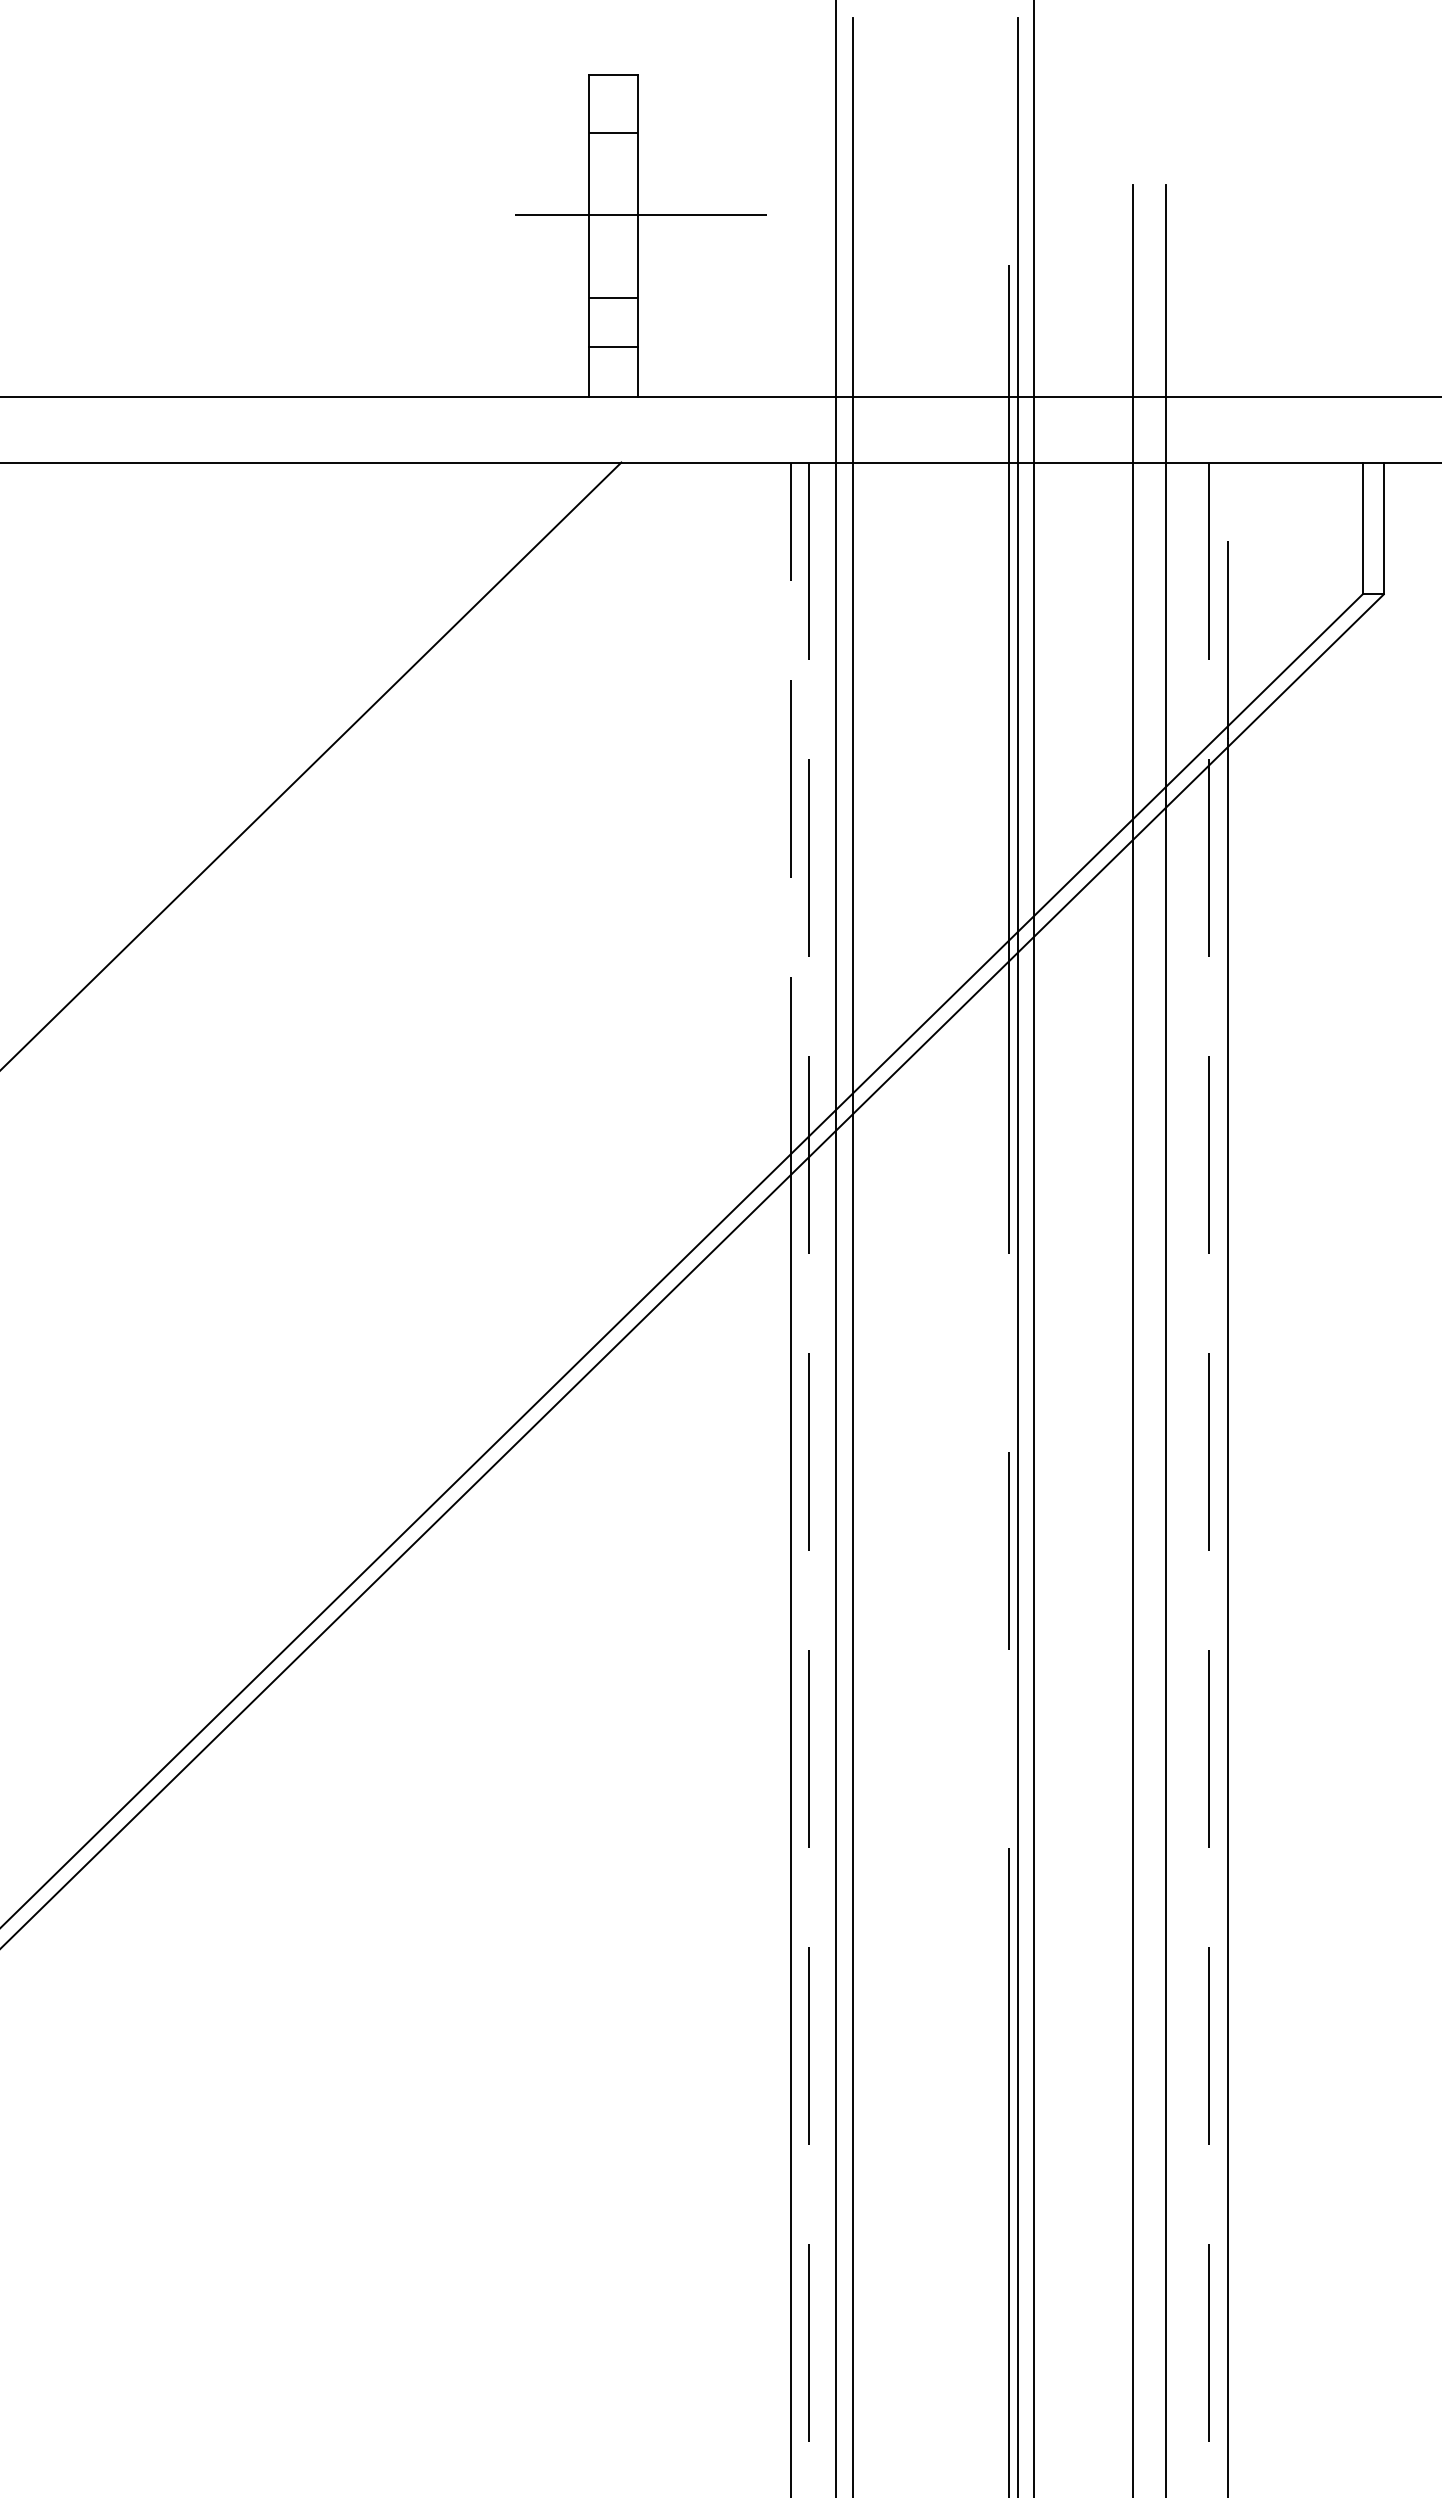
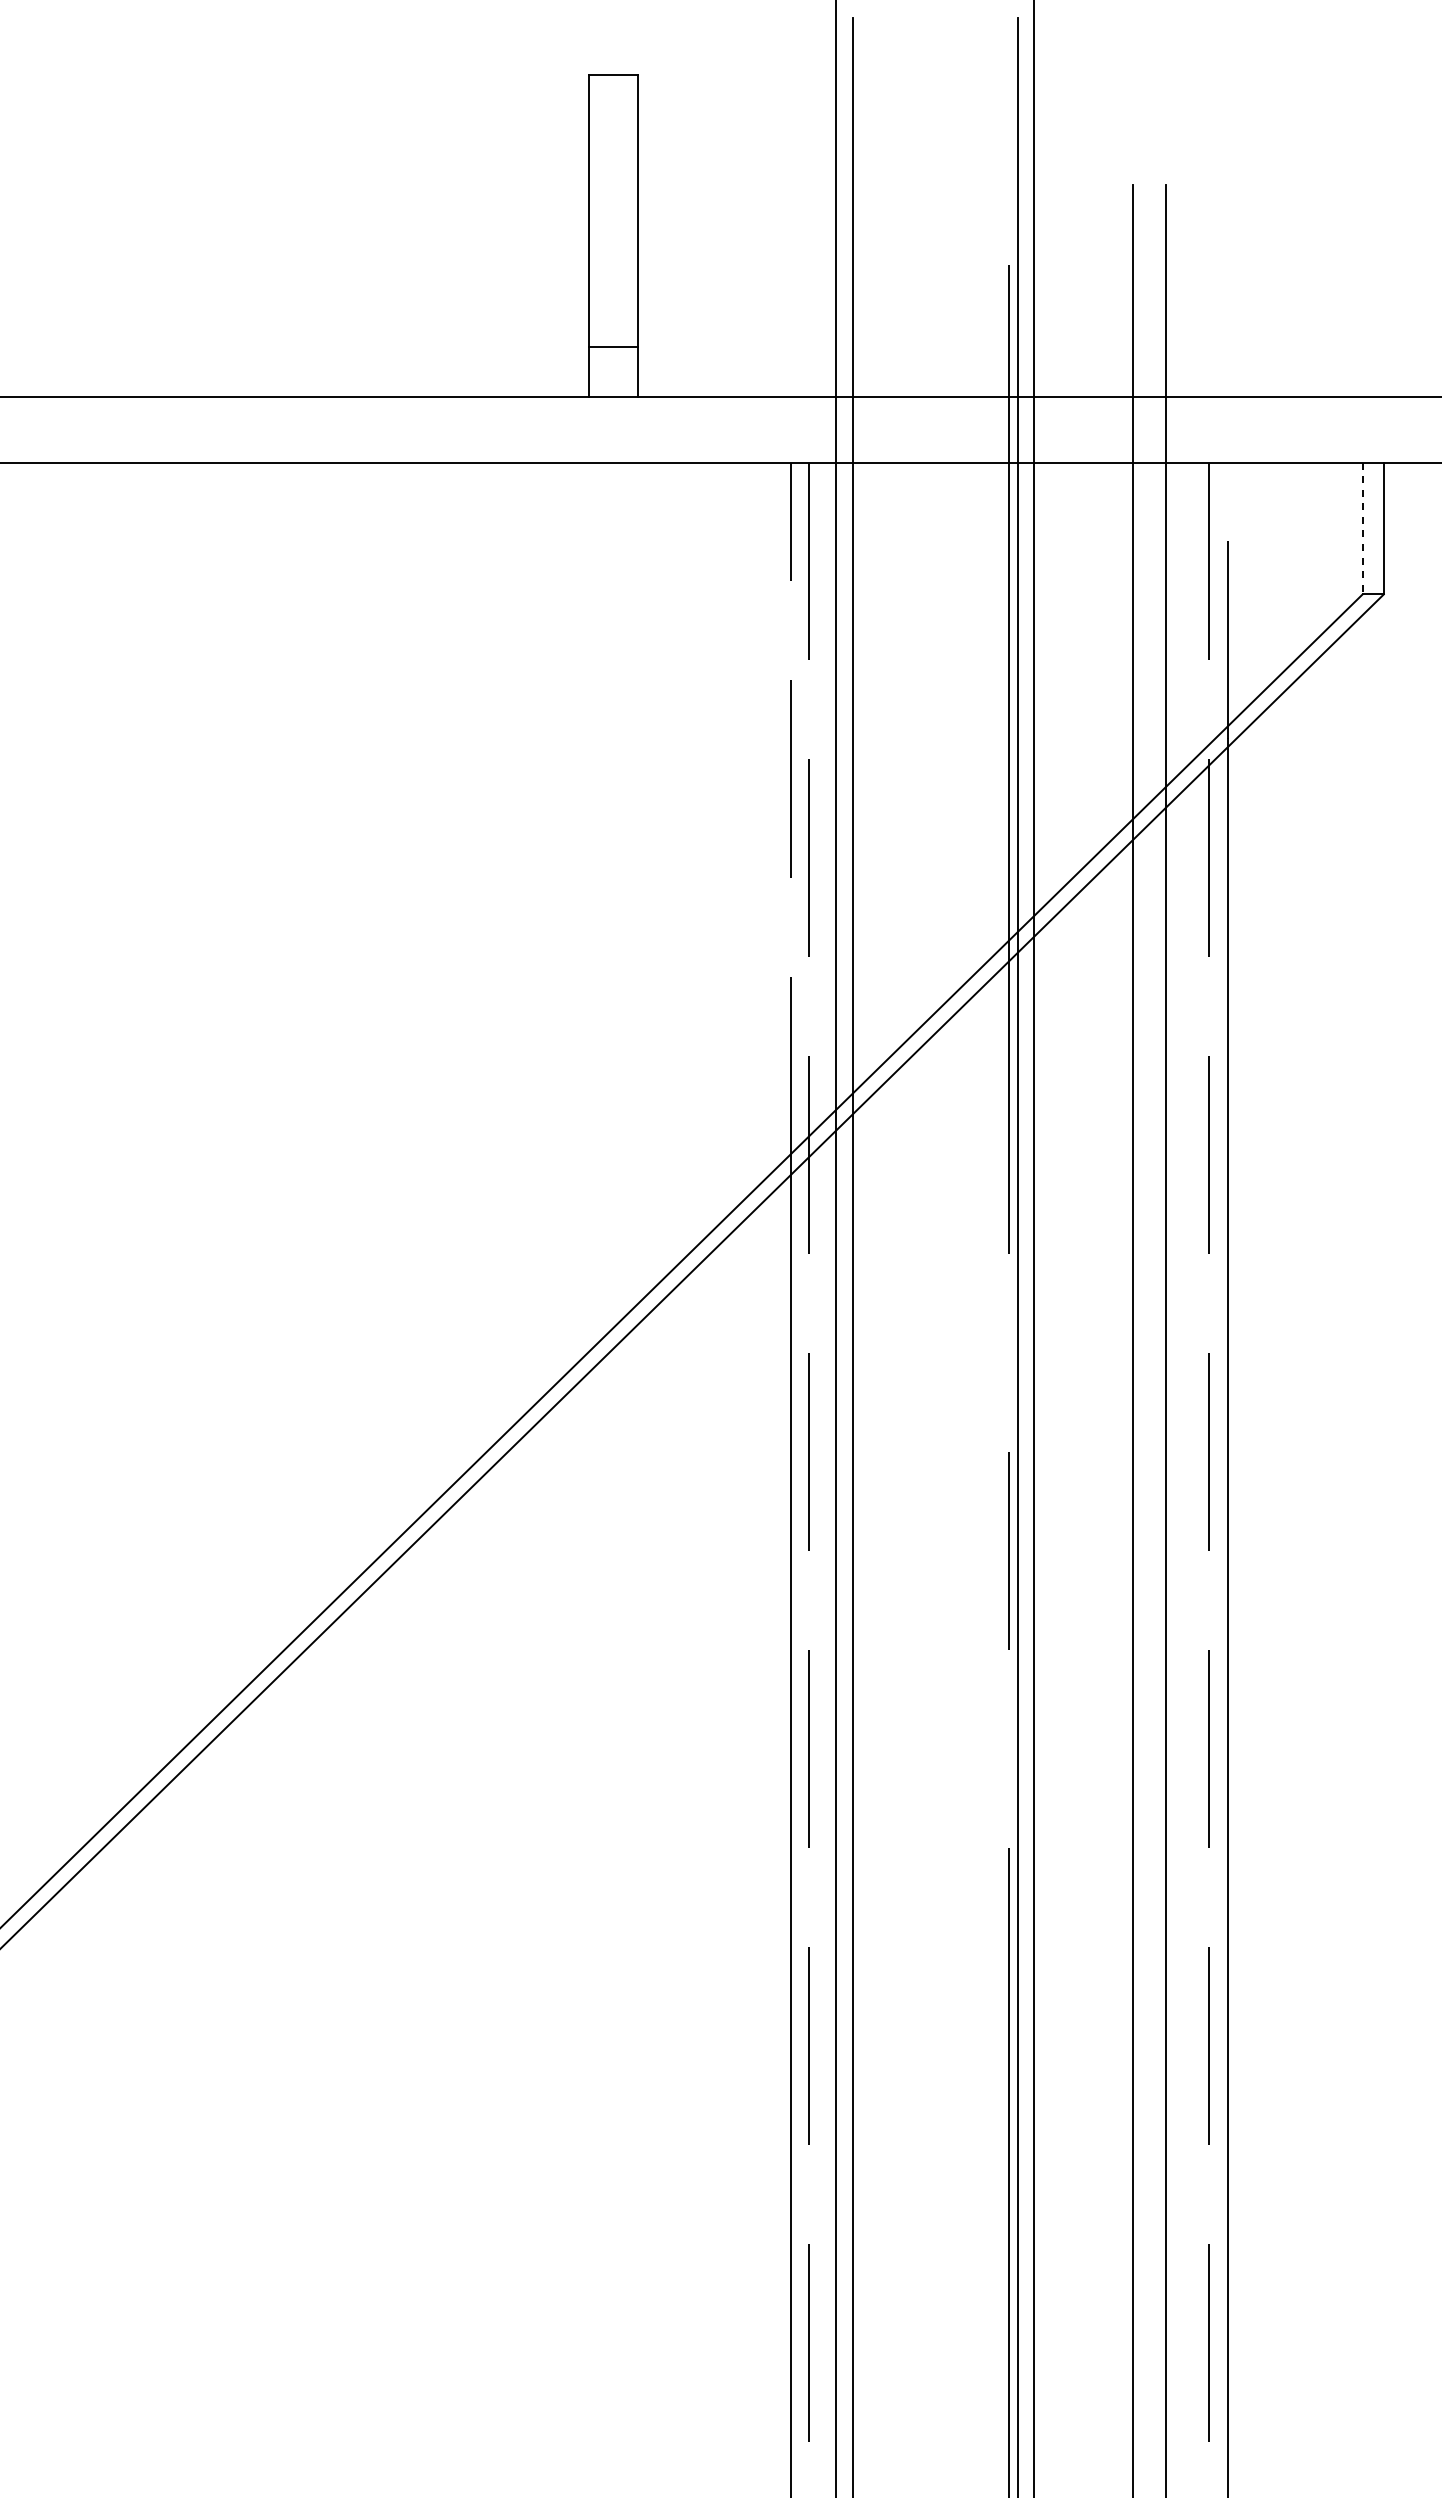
line at (613, 132): present -> none
line at (640, 215): present -> none
line at (613, 297): present -> none
line at (1362, 528): solid -> dashed
line at (311, 765): present -> none
